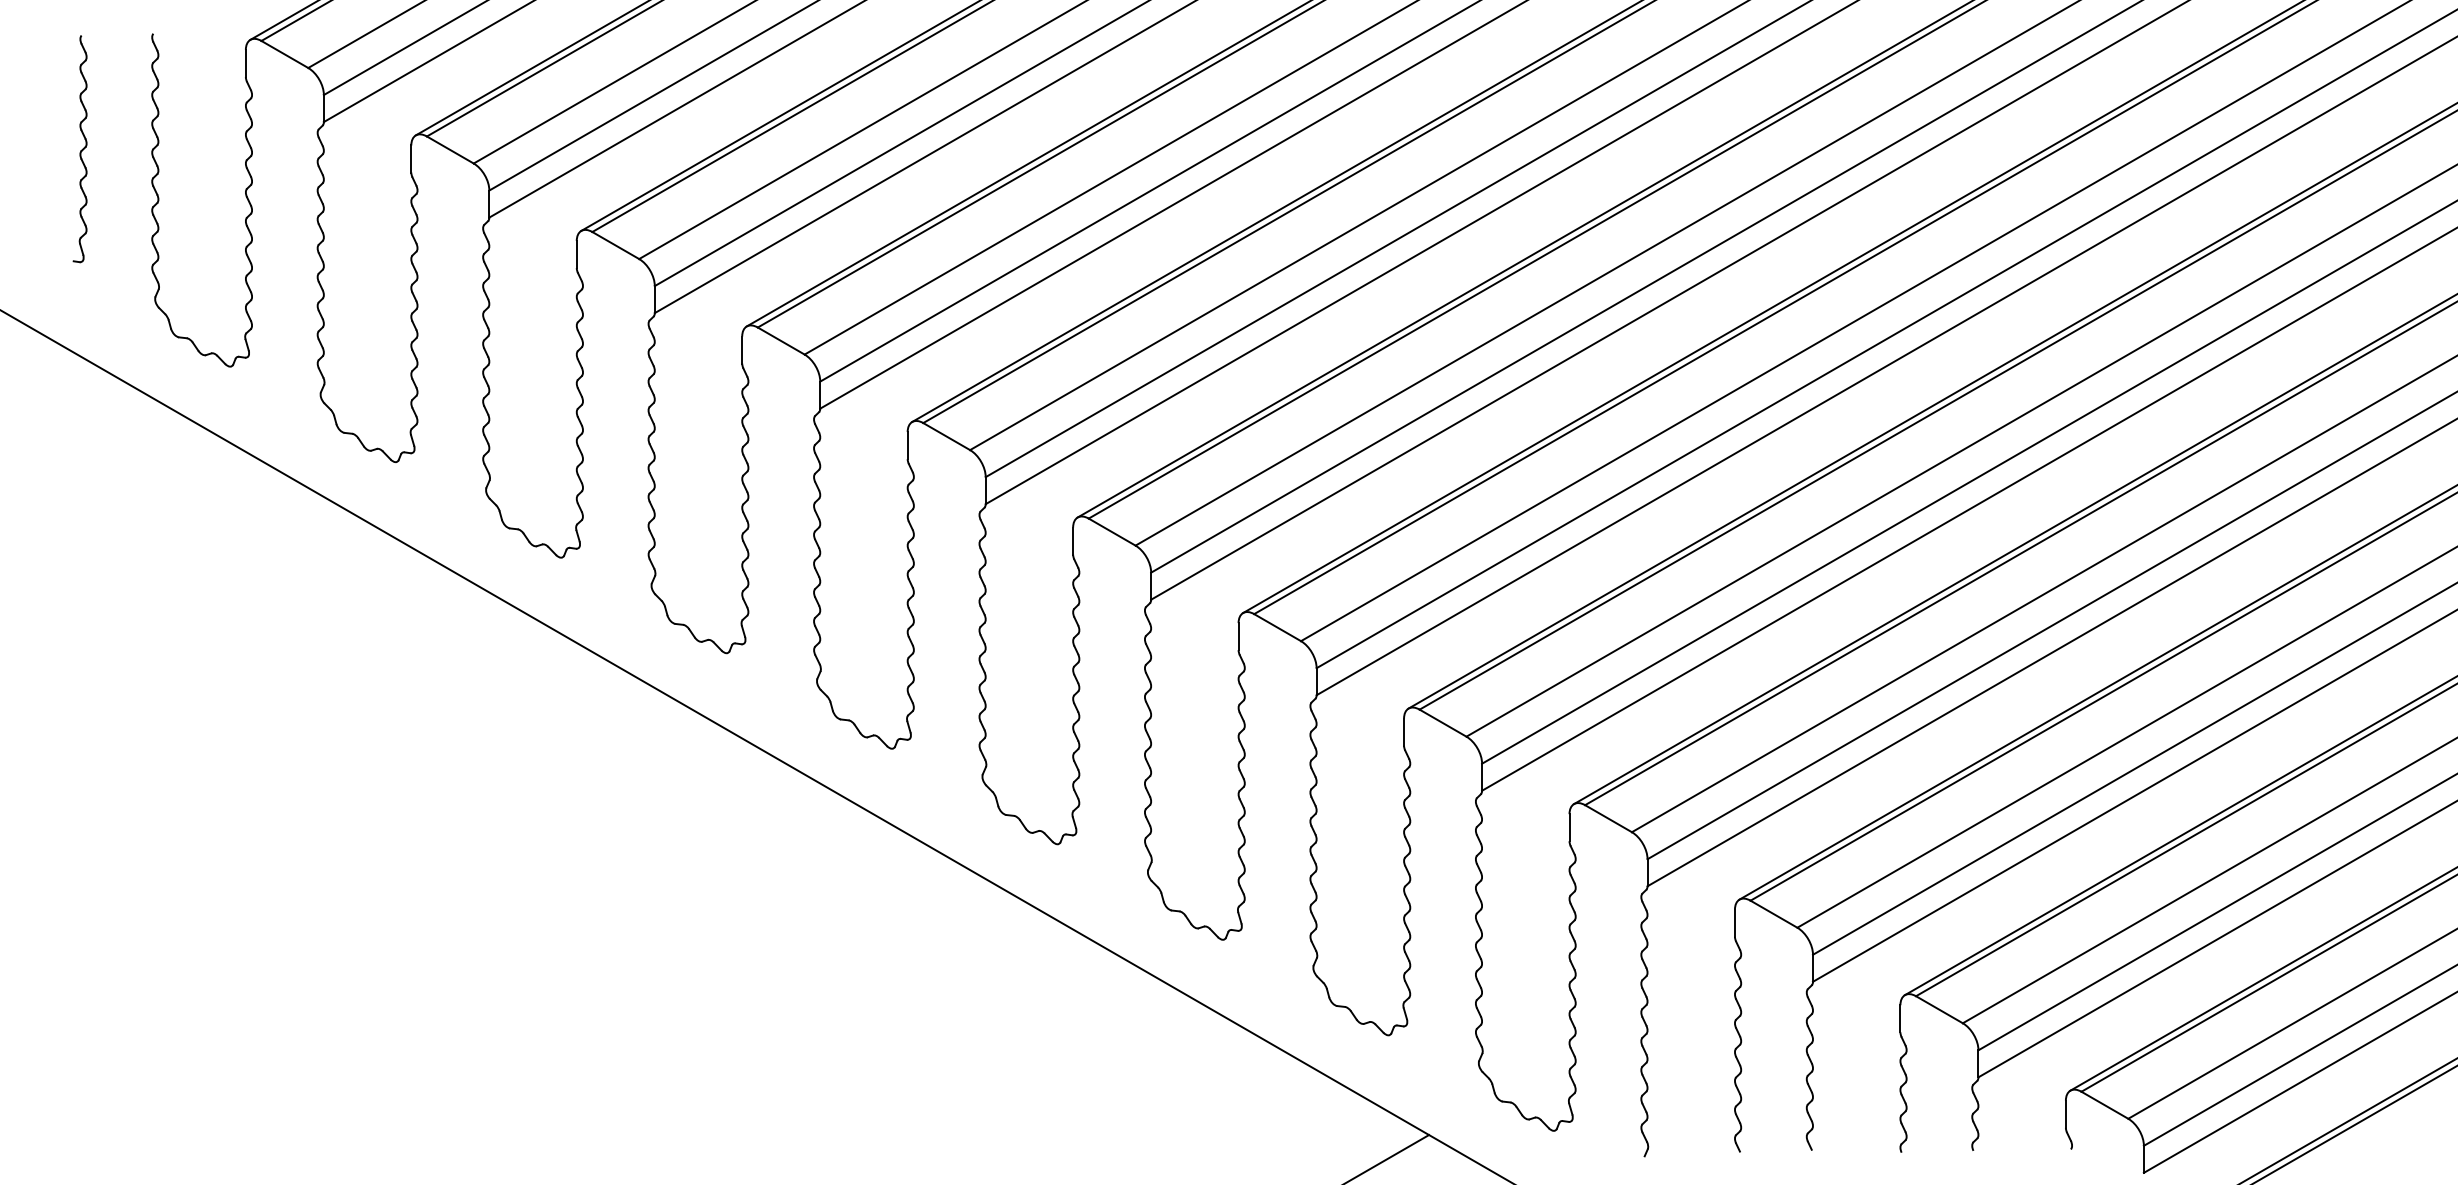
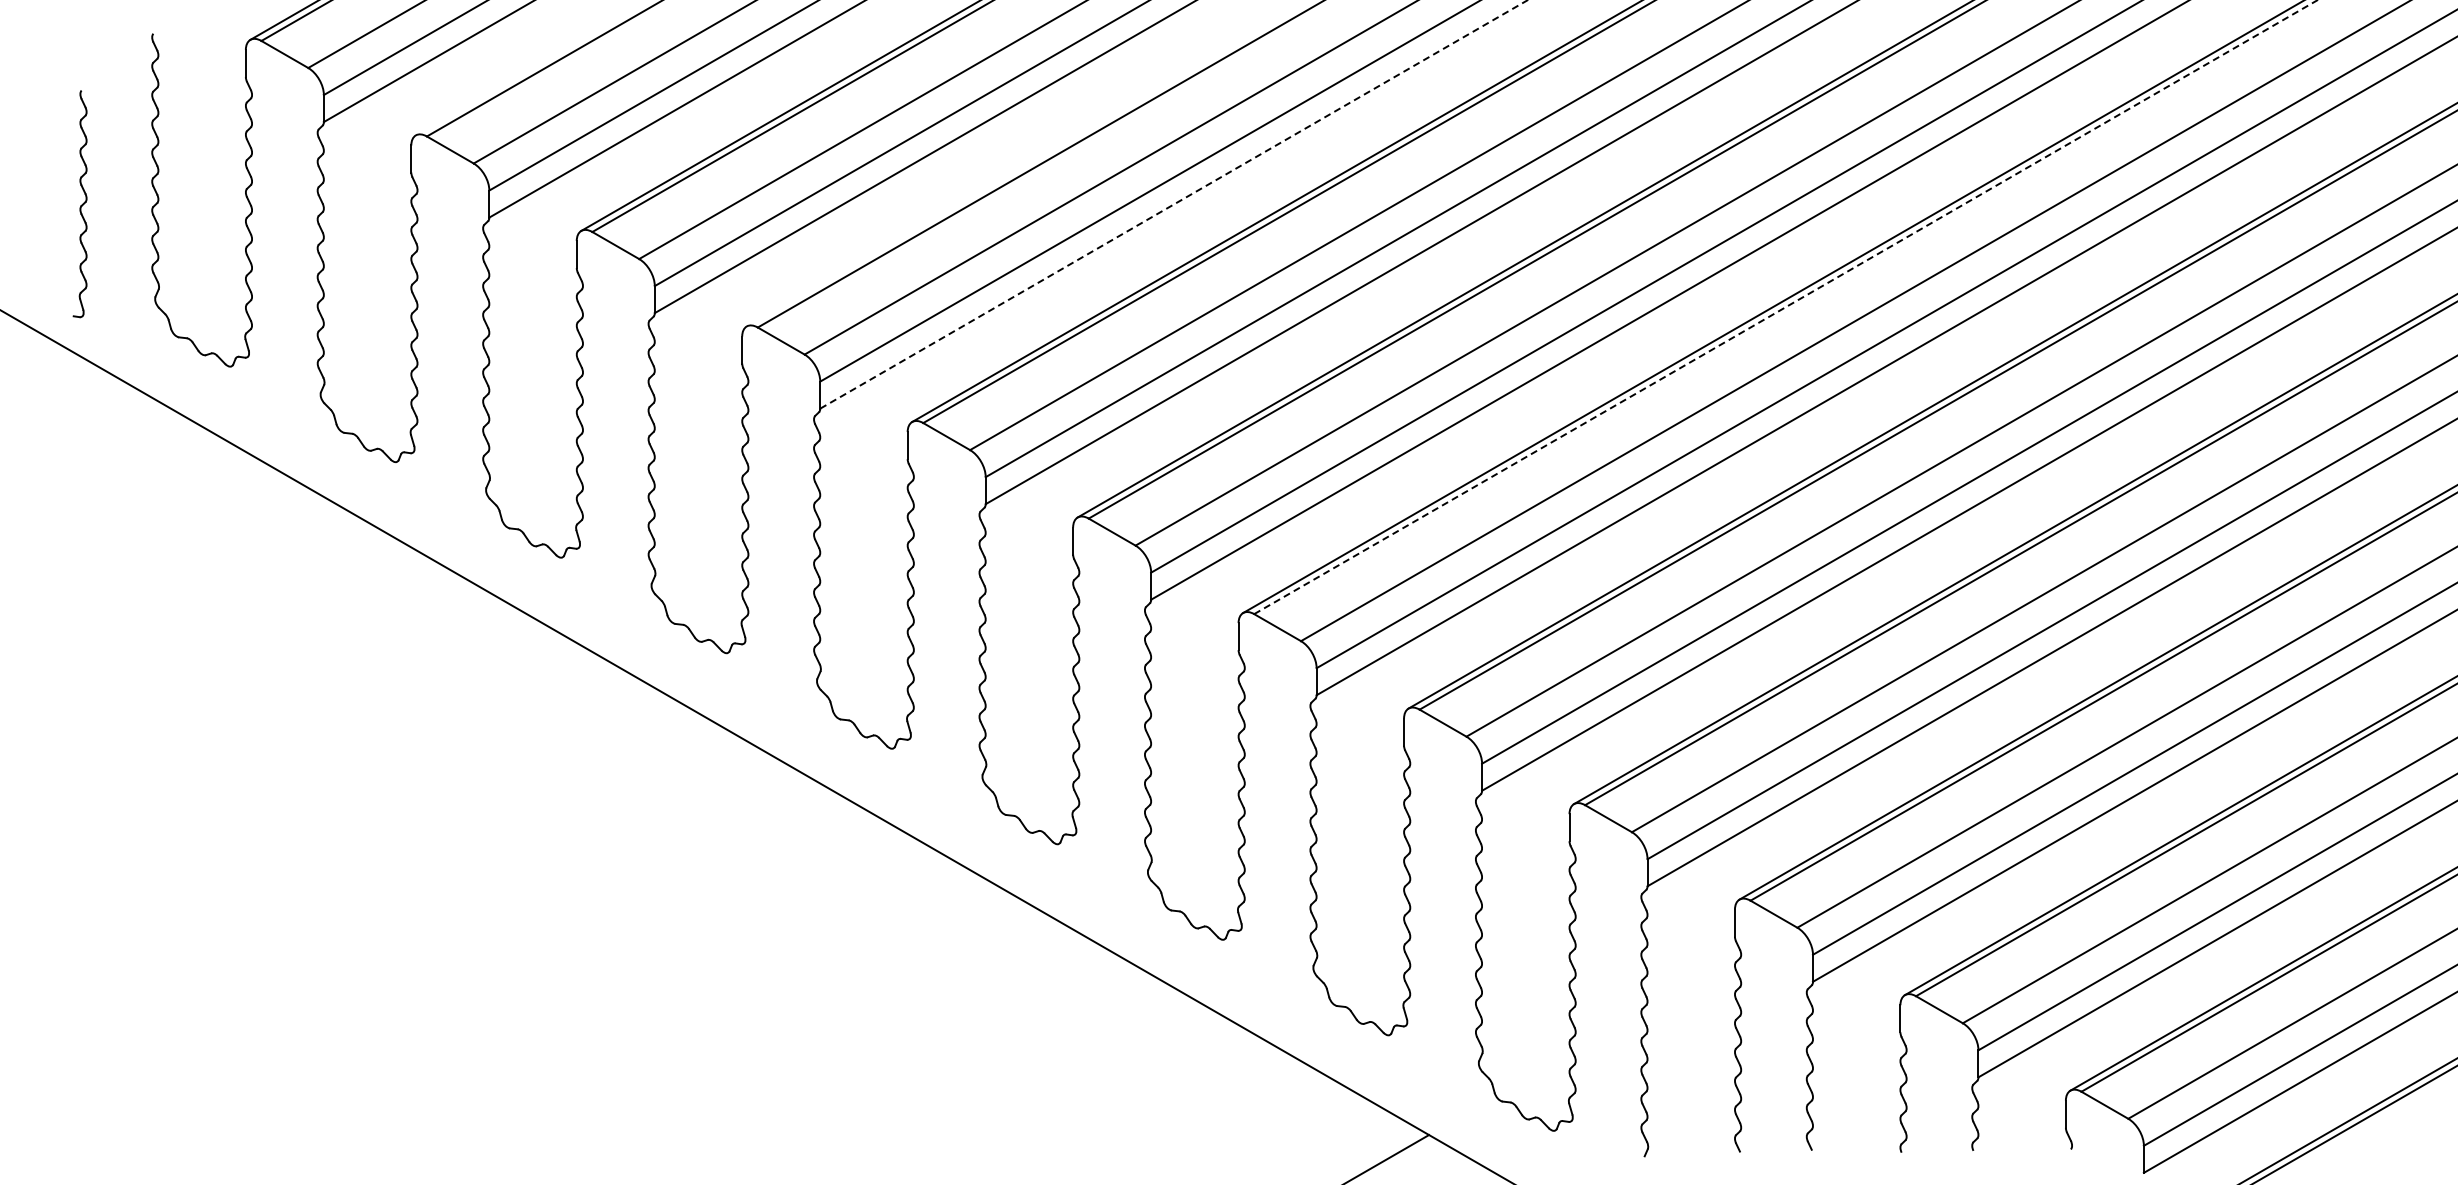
line at (530, 68): present -> none
part at (79, 149) position: (79, 149) -> (79, 204)
line at (1027, 164): present -> none
line at (1173, 204): solid -> dashed
line at (1785, 307): solid -> dashed
